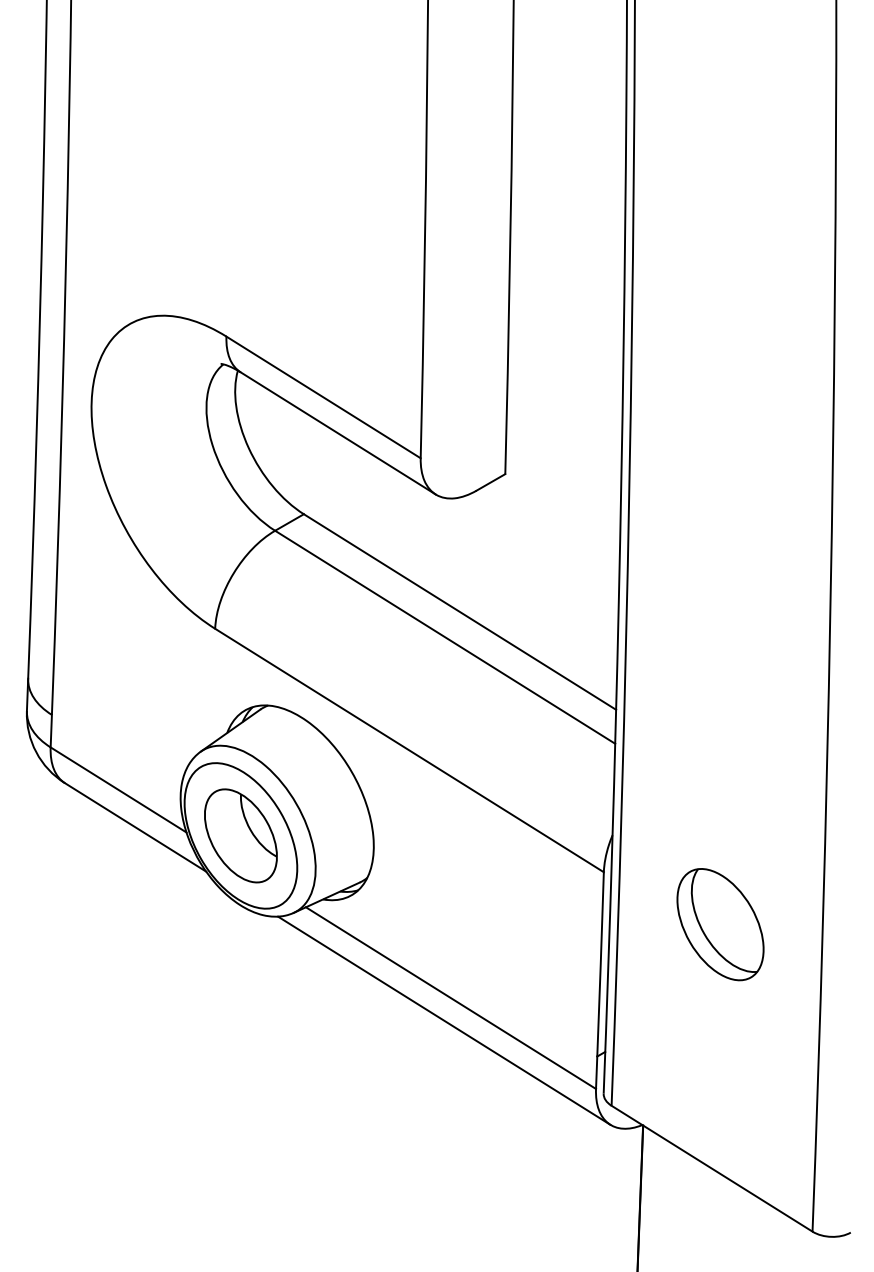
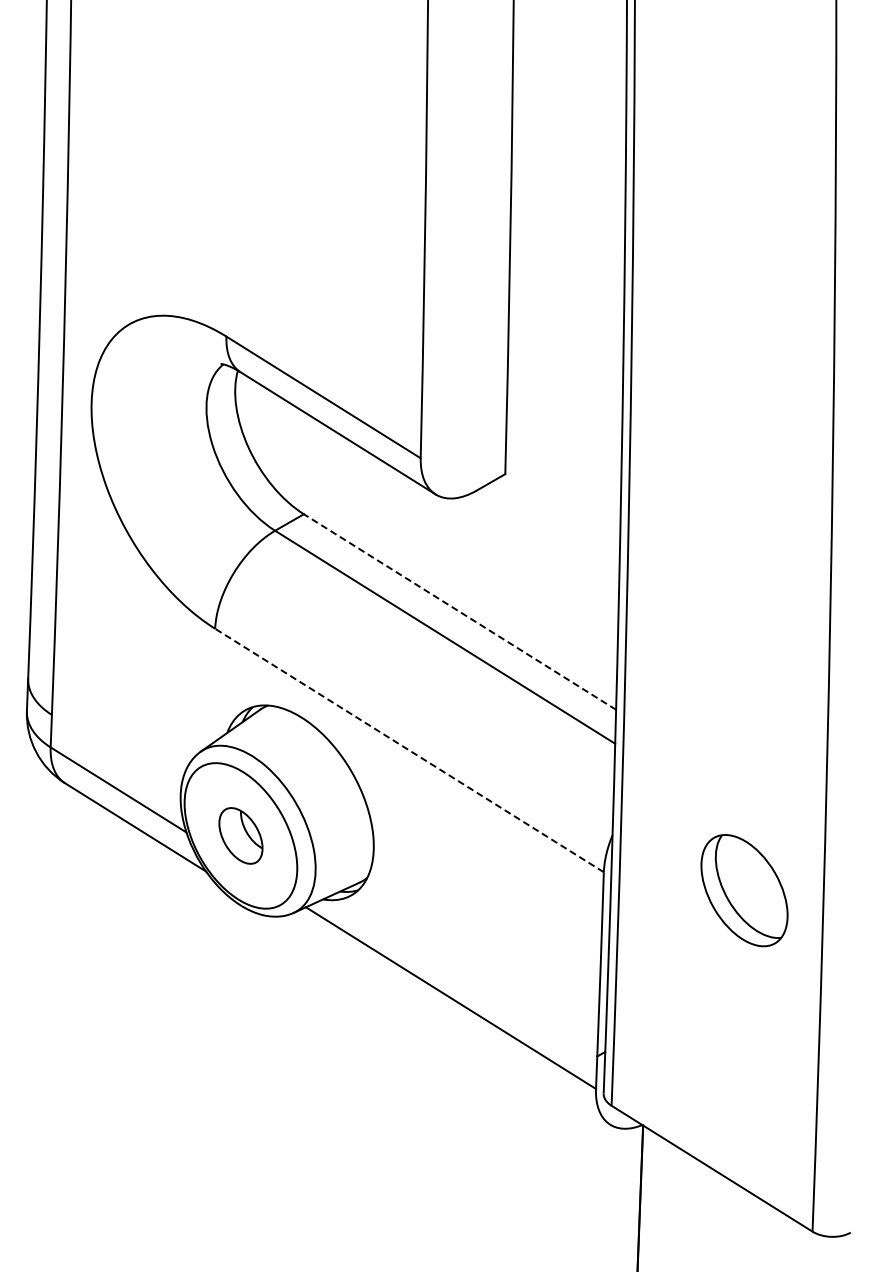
line at (459, 611): solid -> dashed
line at (409, 750): solid -> dashed
part at (240, 835) size: 74x96 px -> 46x58 px
part at (720, 924) position: (720, 924) -> (744, 890)
line at (444, 1020): present -> none
